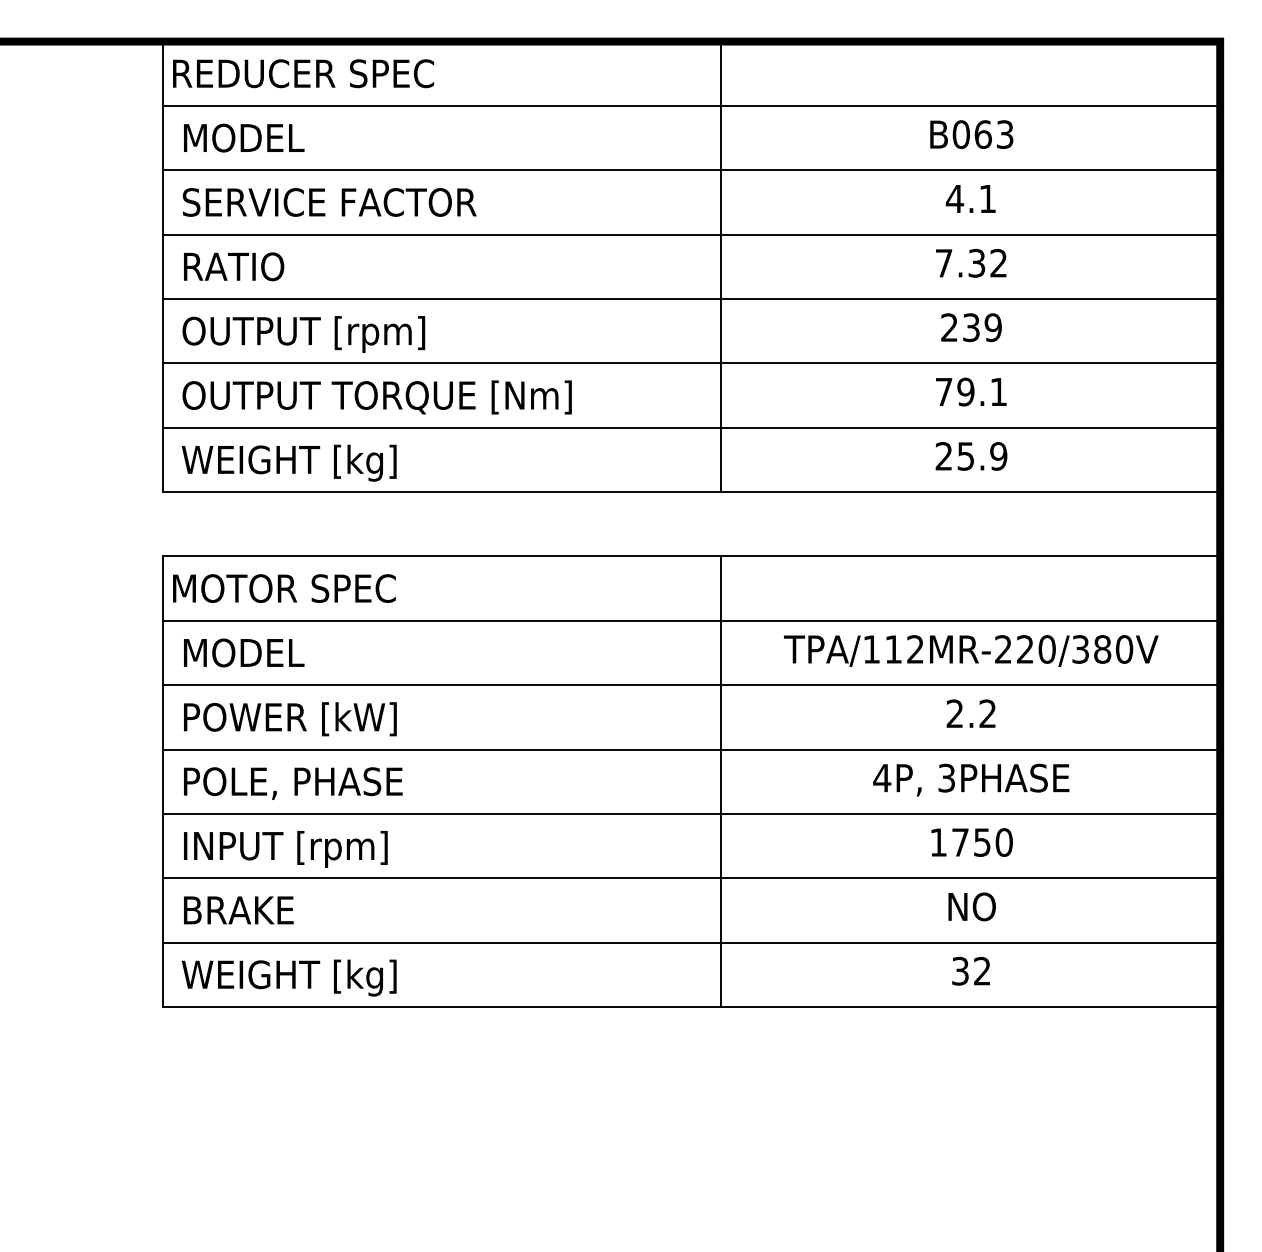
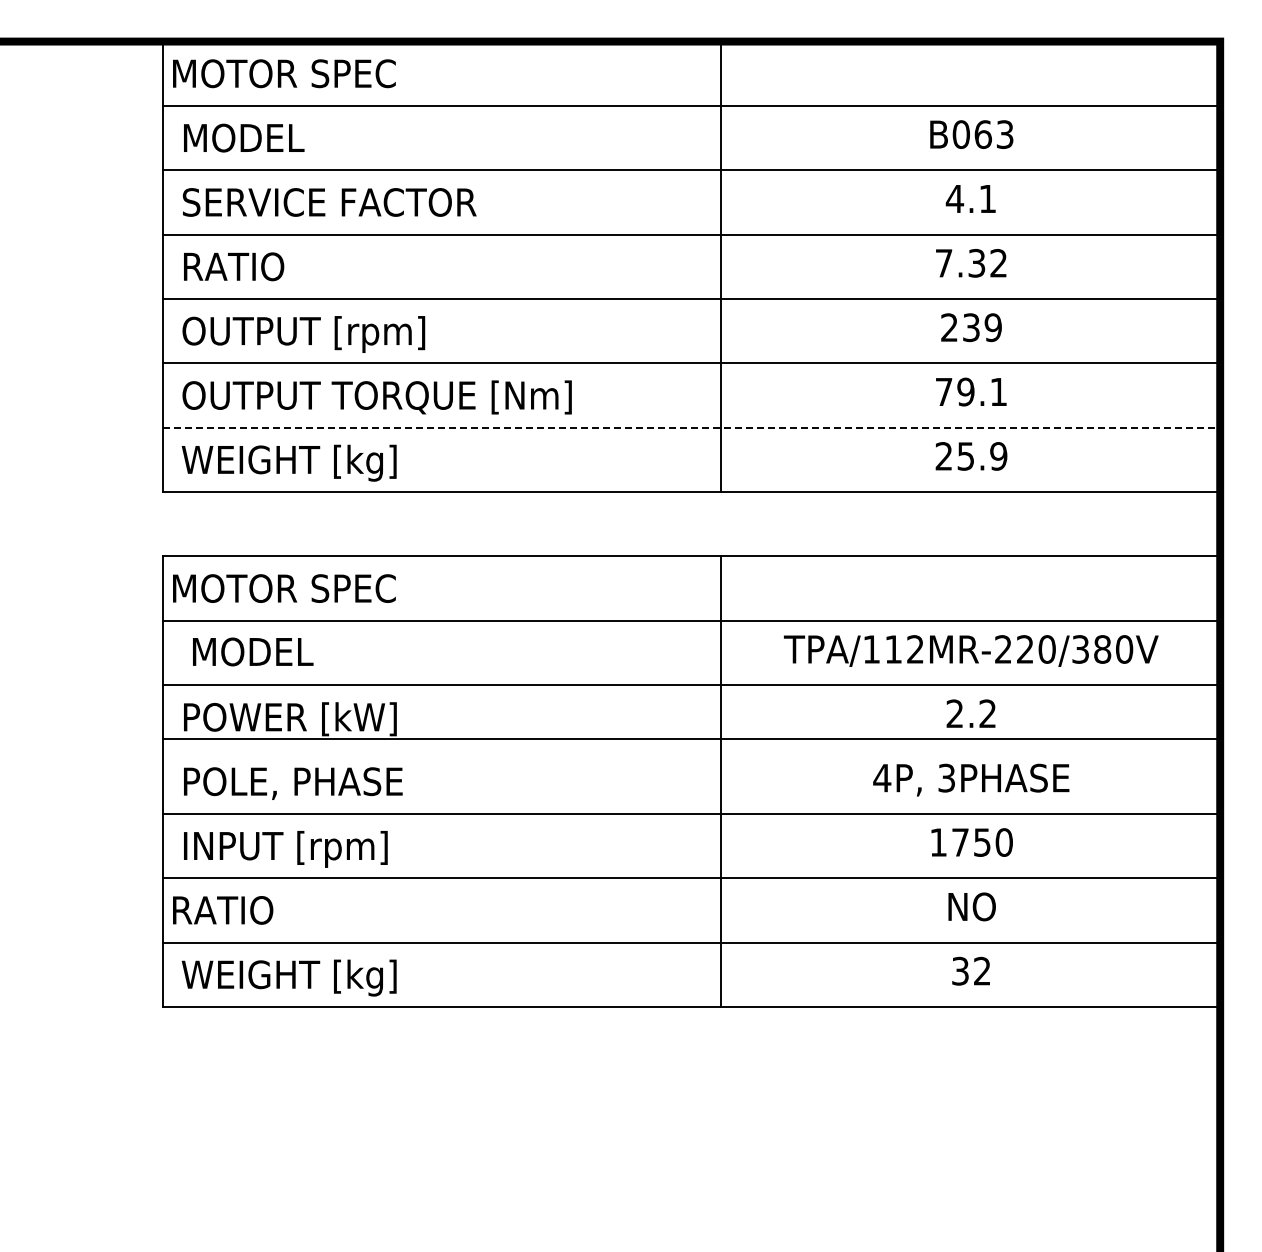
text at (305, 73): REDUCER SPEC -> MOTOR SPEC
line at (692, 427): solid -> dashed
text at (244, 652) position: (244, 652) -> (253, 651)
line at (691, 749) position: (691, 749) -> (691, 738)
text at (233, 910): BRAKE -> RATIO
